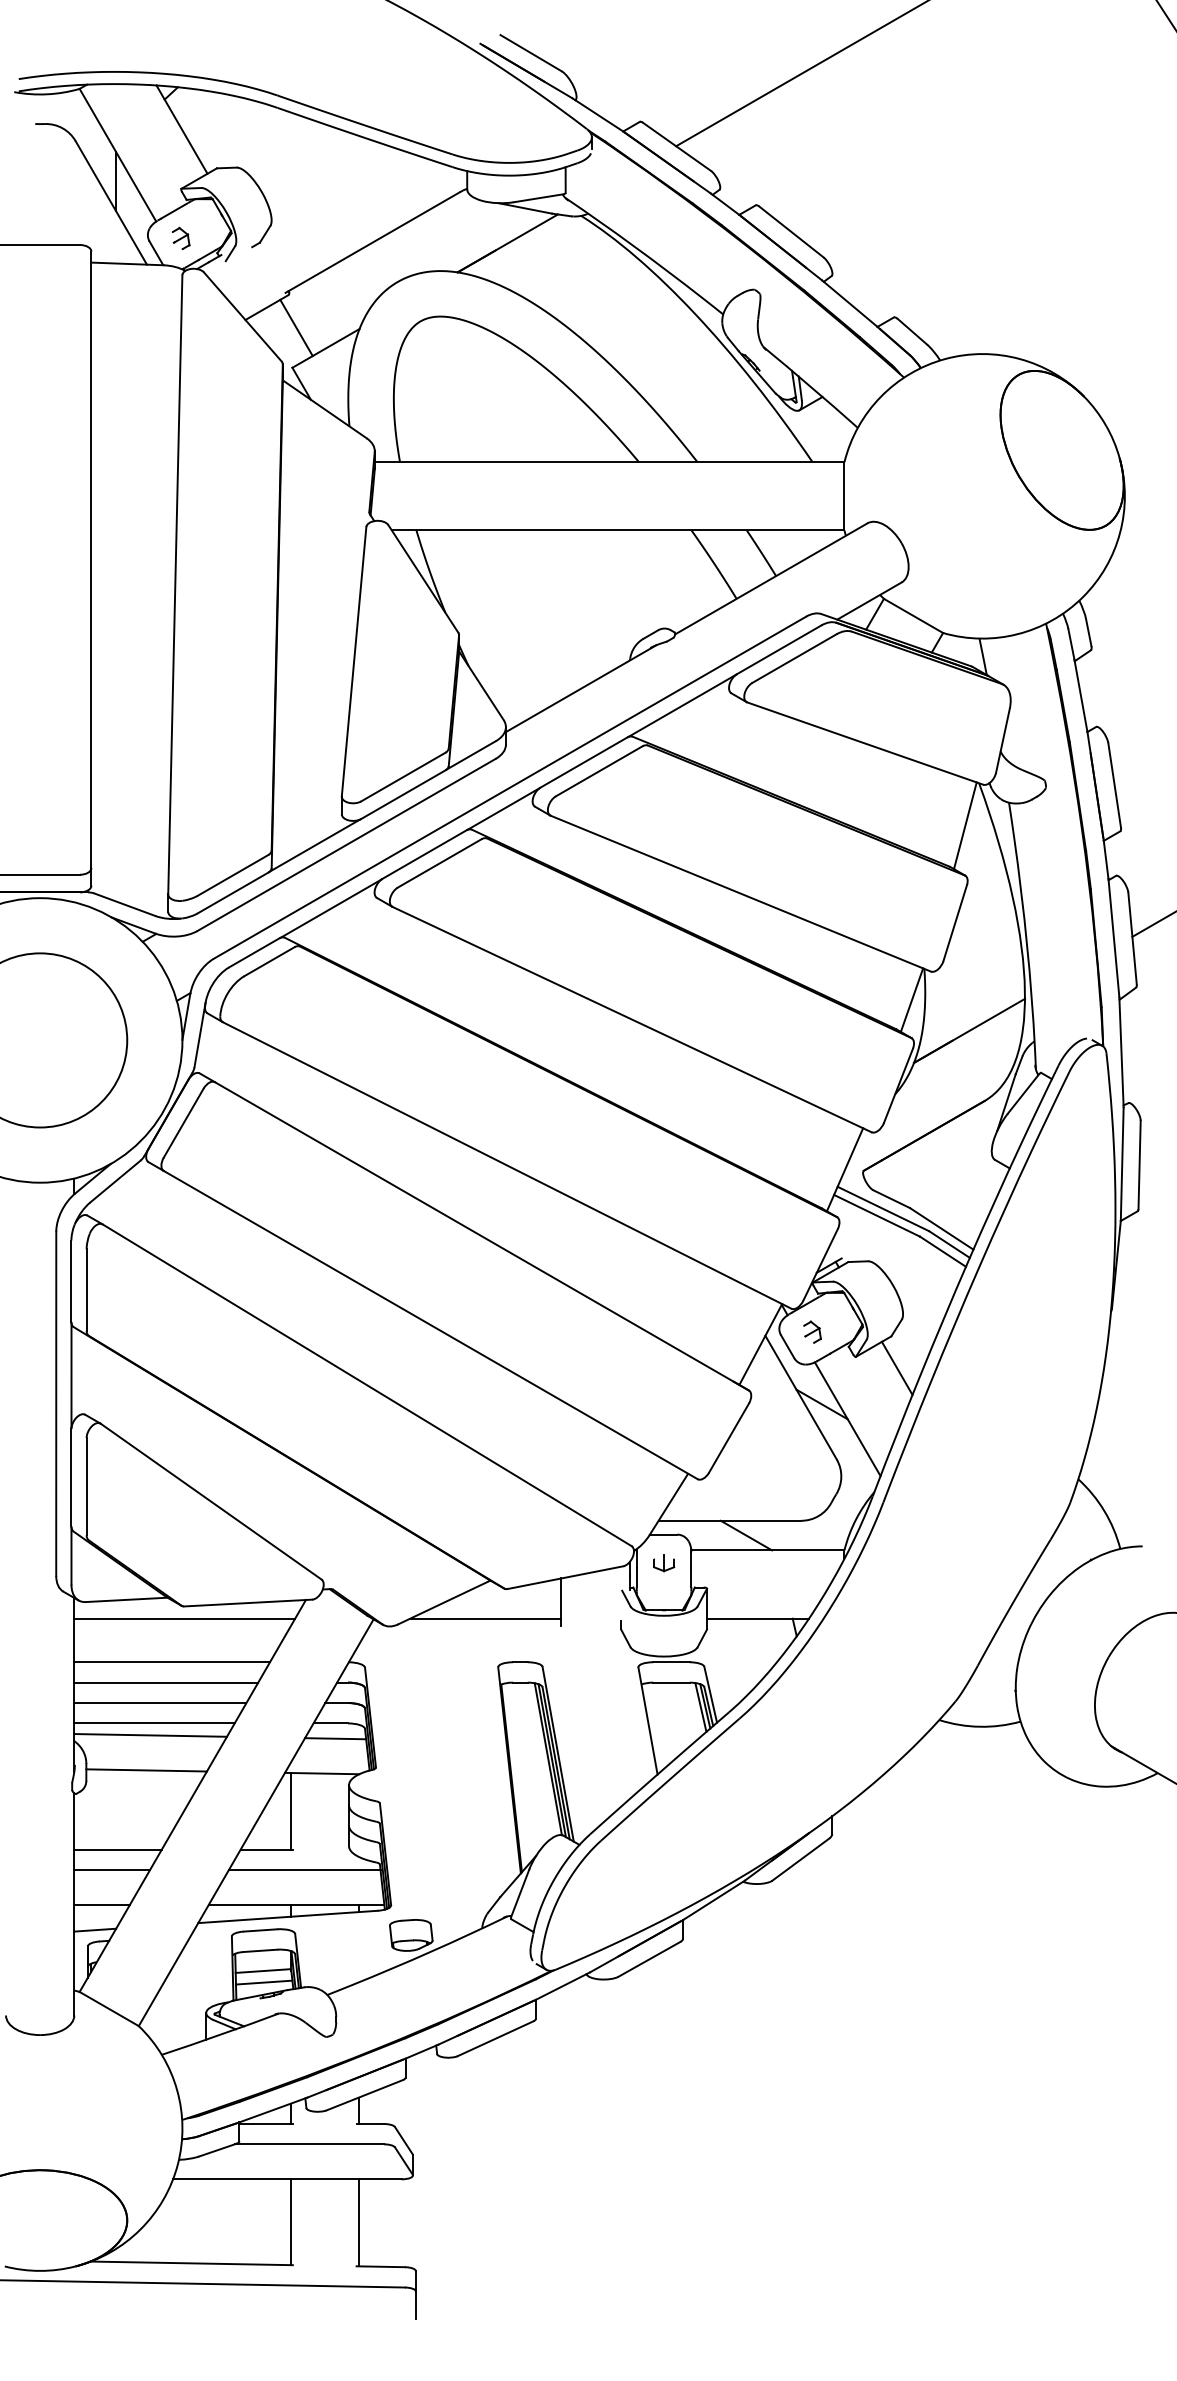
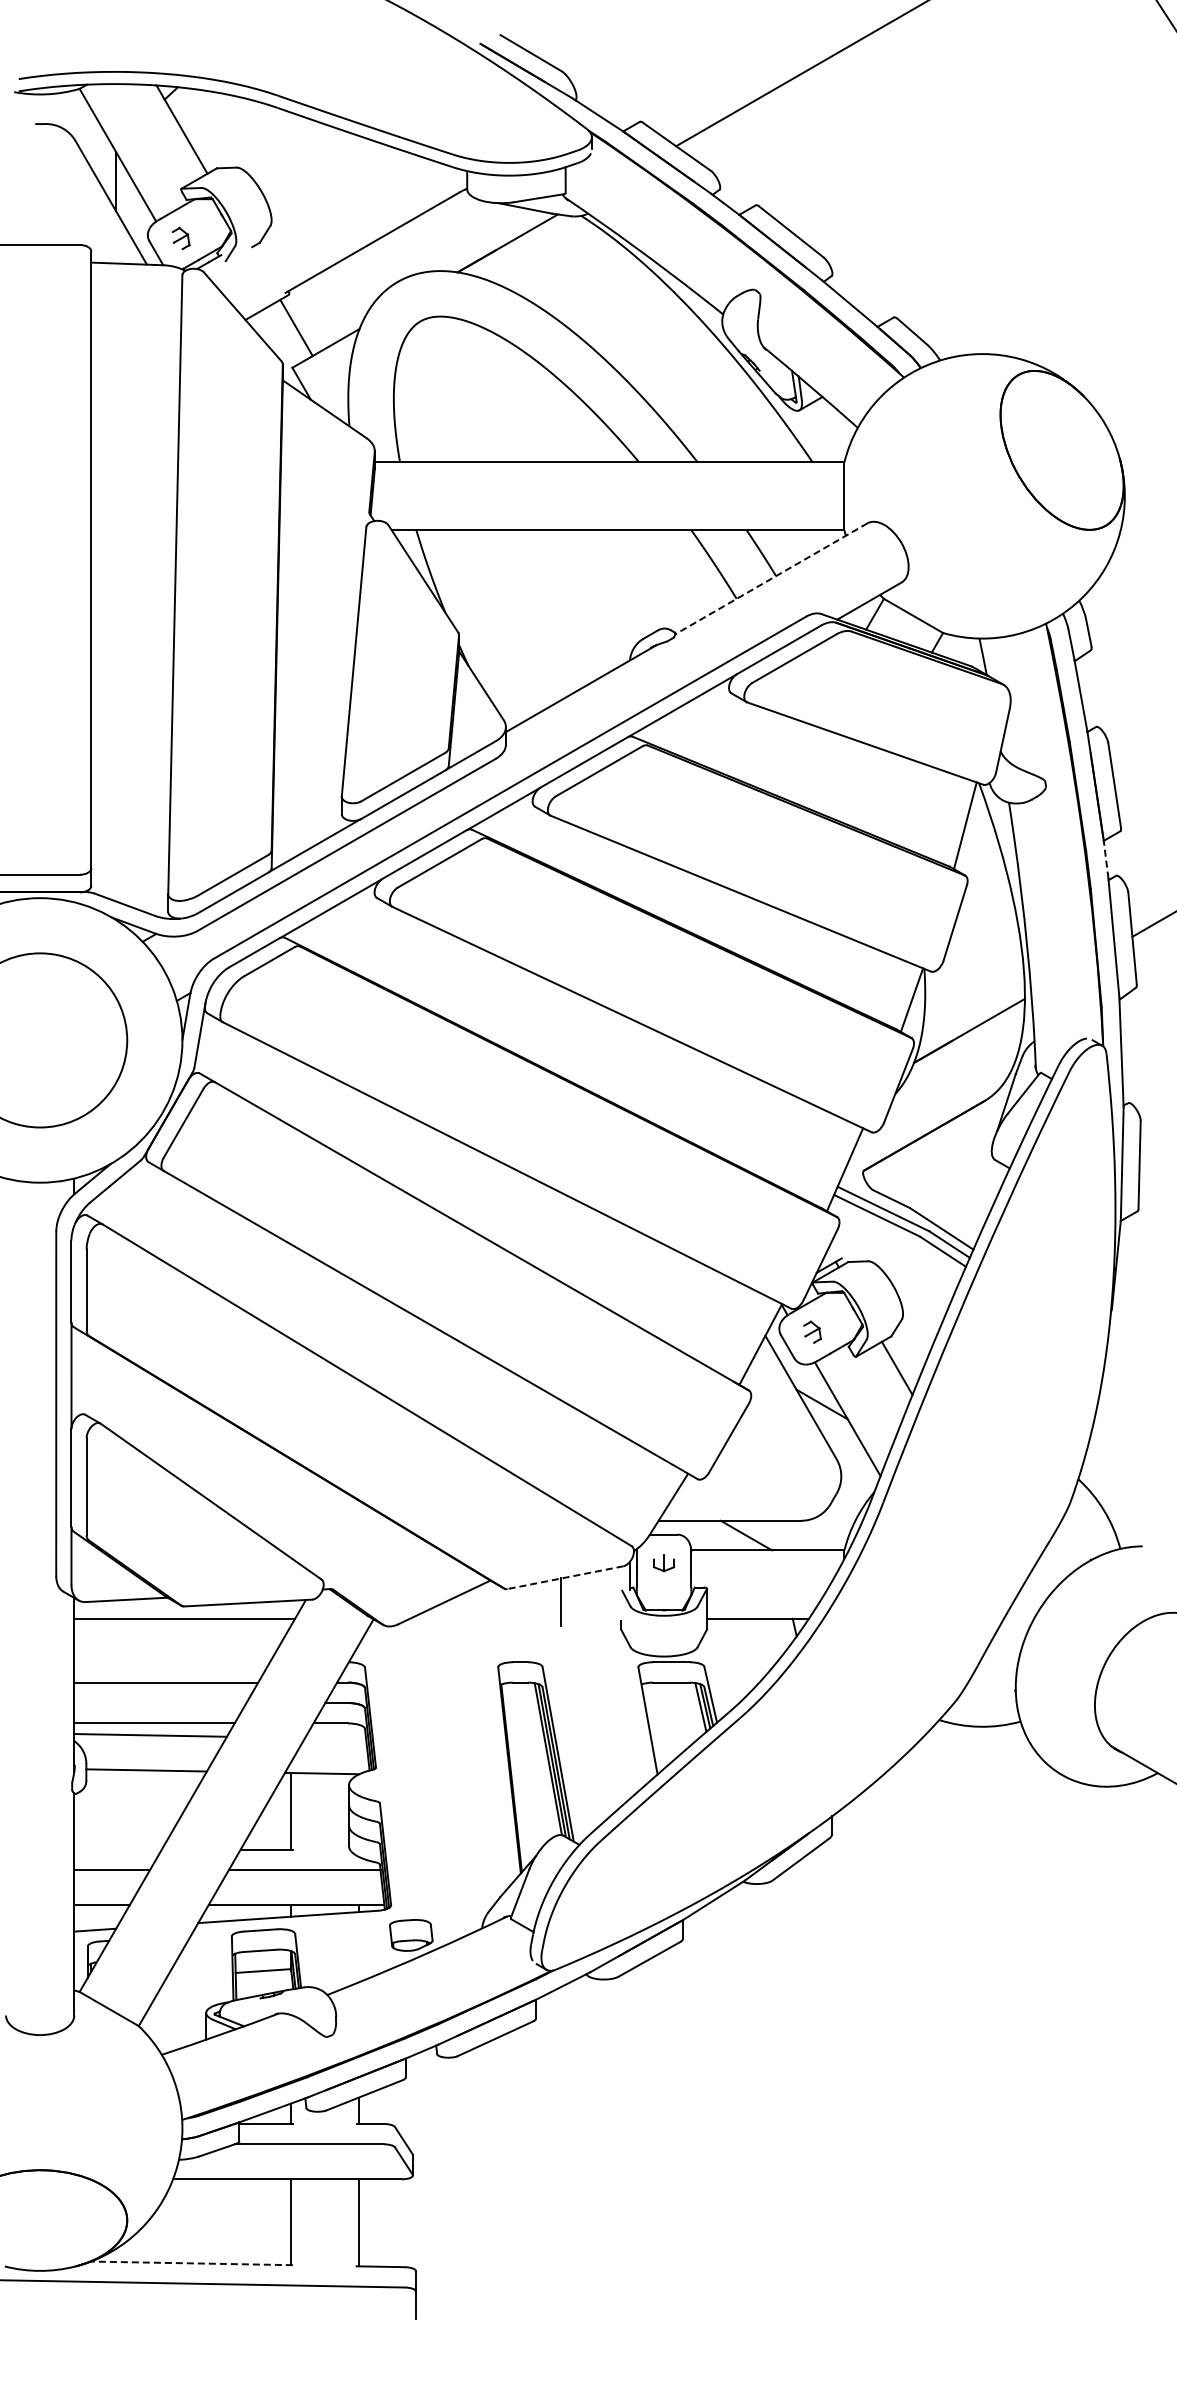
line at (770, 579): solid -> dashed
line at (1106, 859): solid -> dashed
line at (565, 1577): solid -> dashed
line at (485, 1618): present -> none
line at (172, 1662): present -> none
line at (160, 1703): present -> none
line at (335, 1738): present -> none
line at (117, 1849): present -> none
line at (264, 1982): present -> none
line at (191, 2263): solid -> dashed
